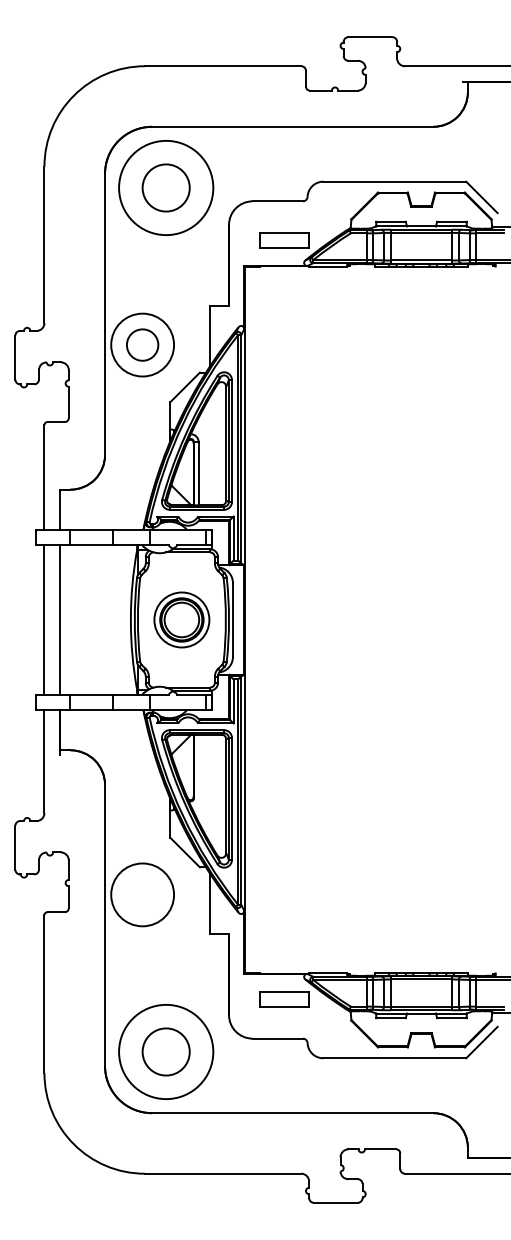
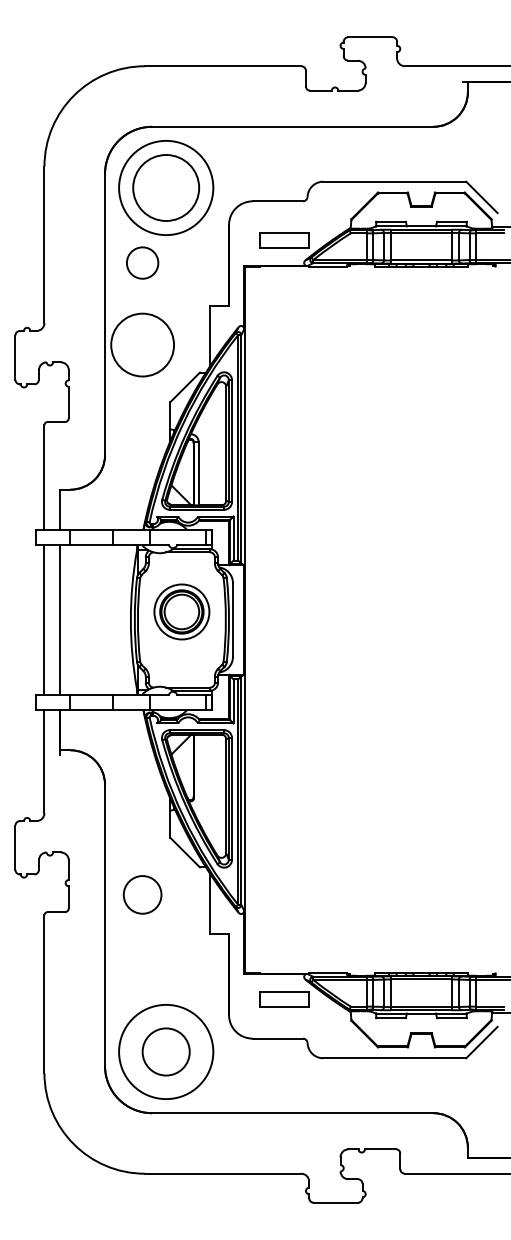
circle at (165, 187) diameter: 47 px -> 66 px
circle at (142, 344) position: (142, 344) -> (142, 262)
part at (181, 619) position: (181, 619) -> (181, 611)
circle at (142, 894) diameter: 63 px -> 38 px
